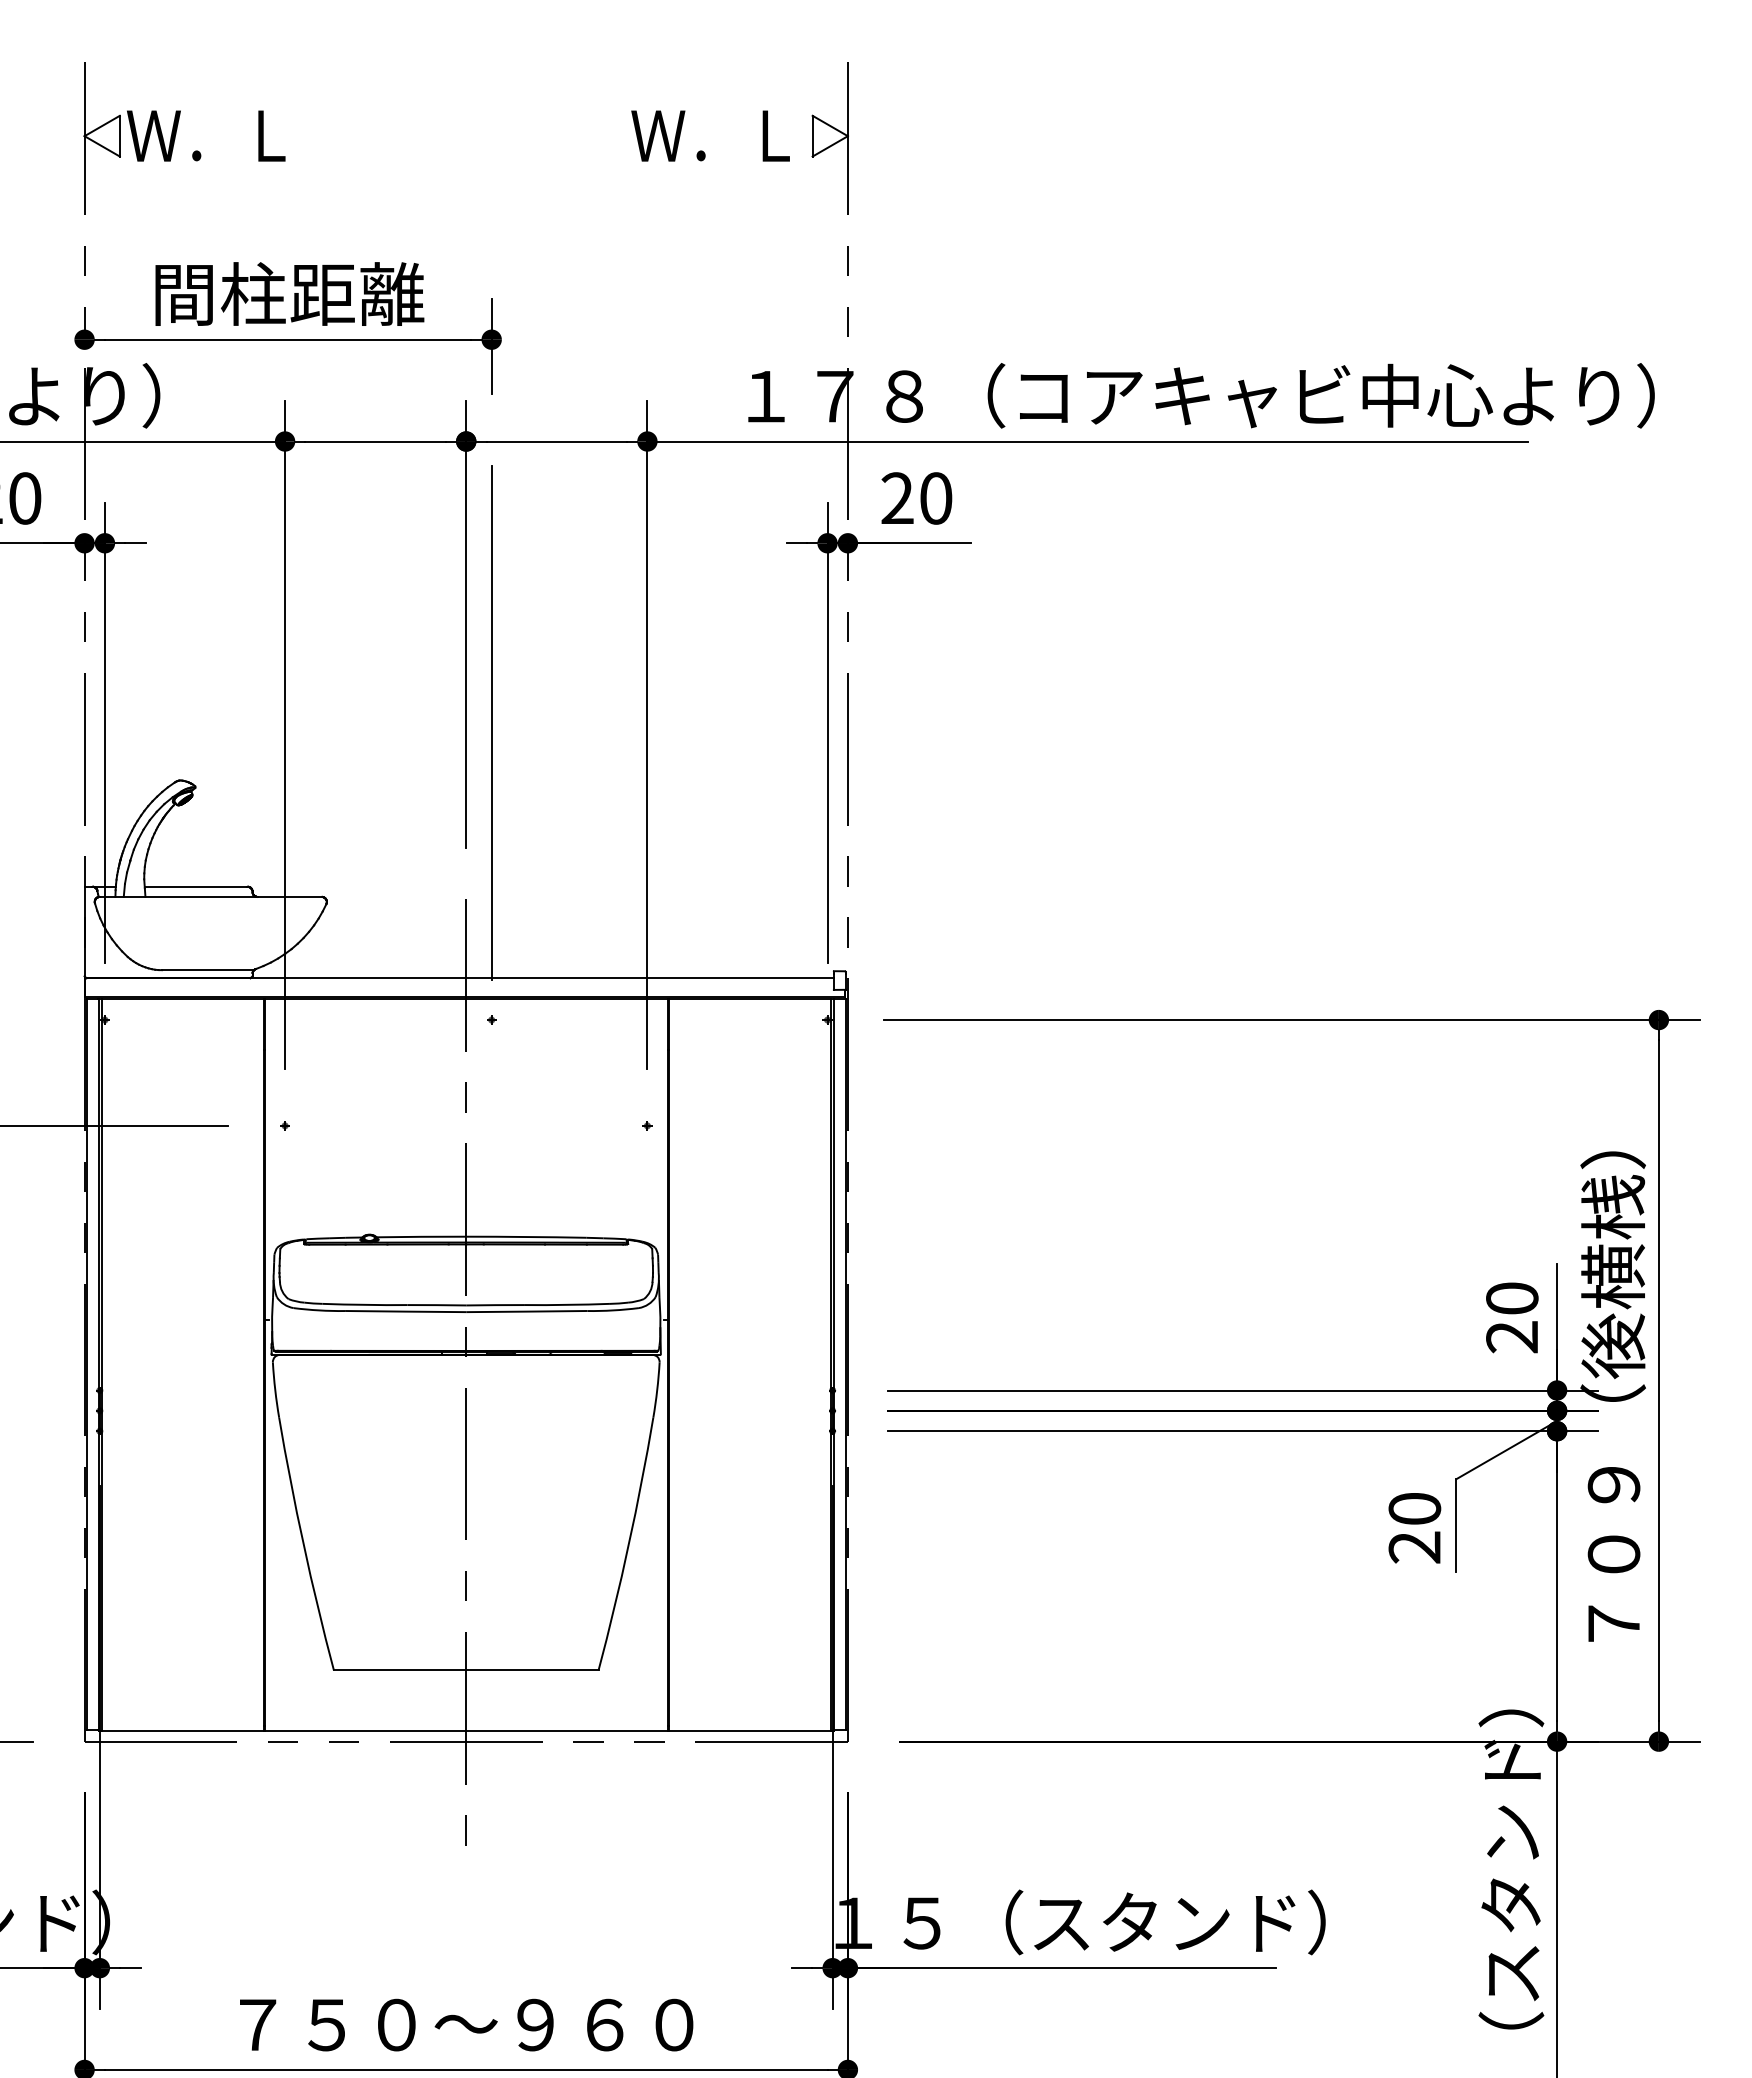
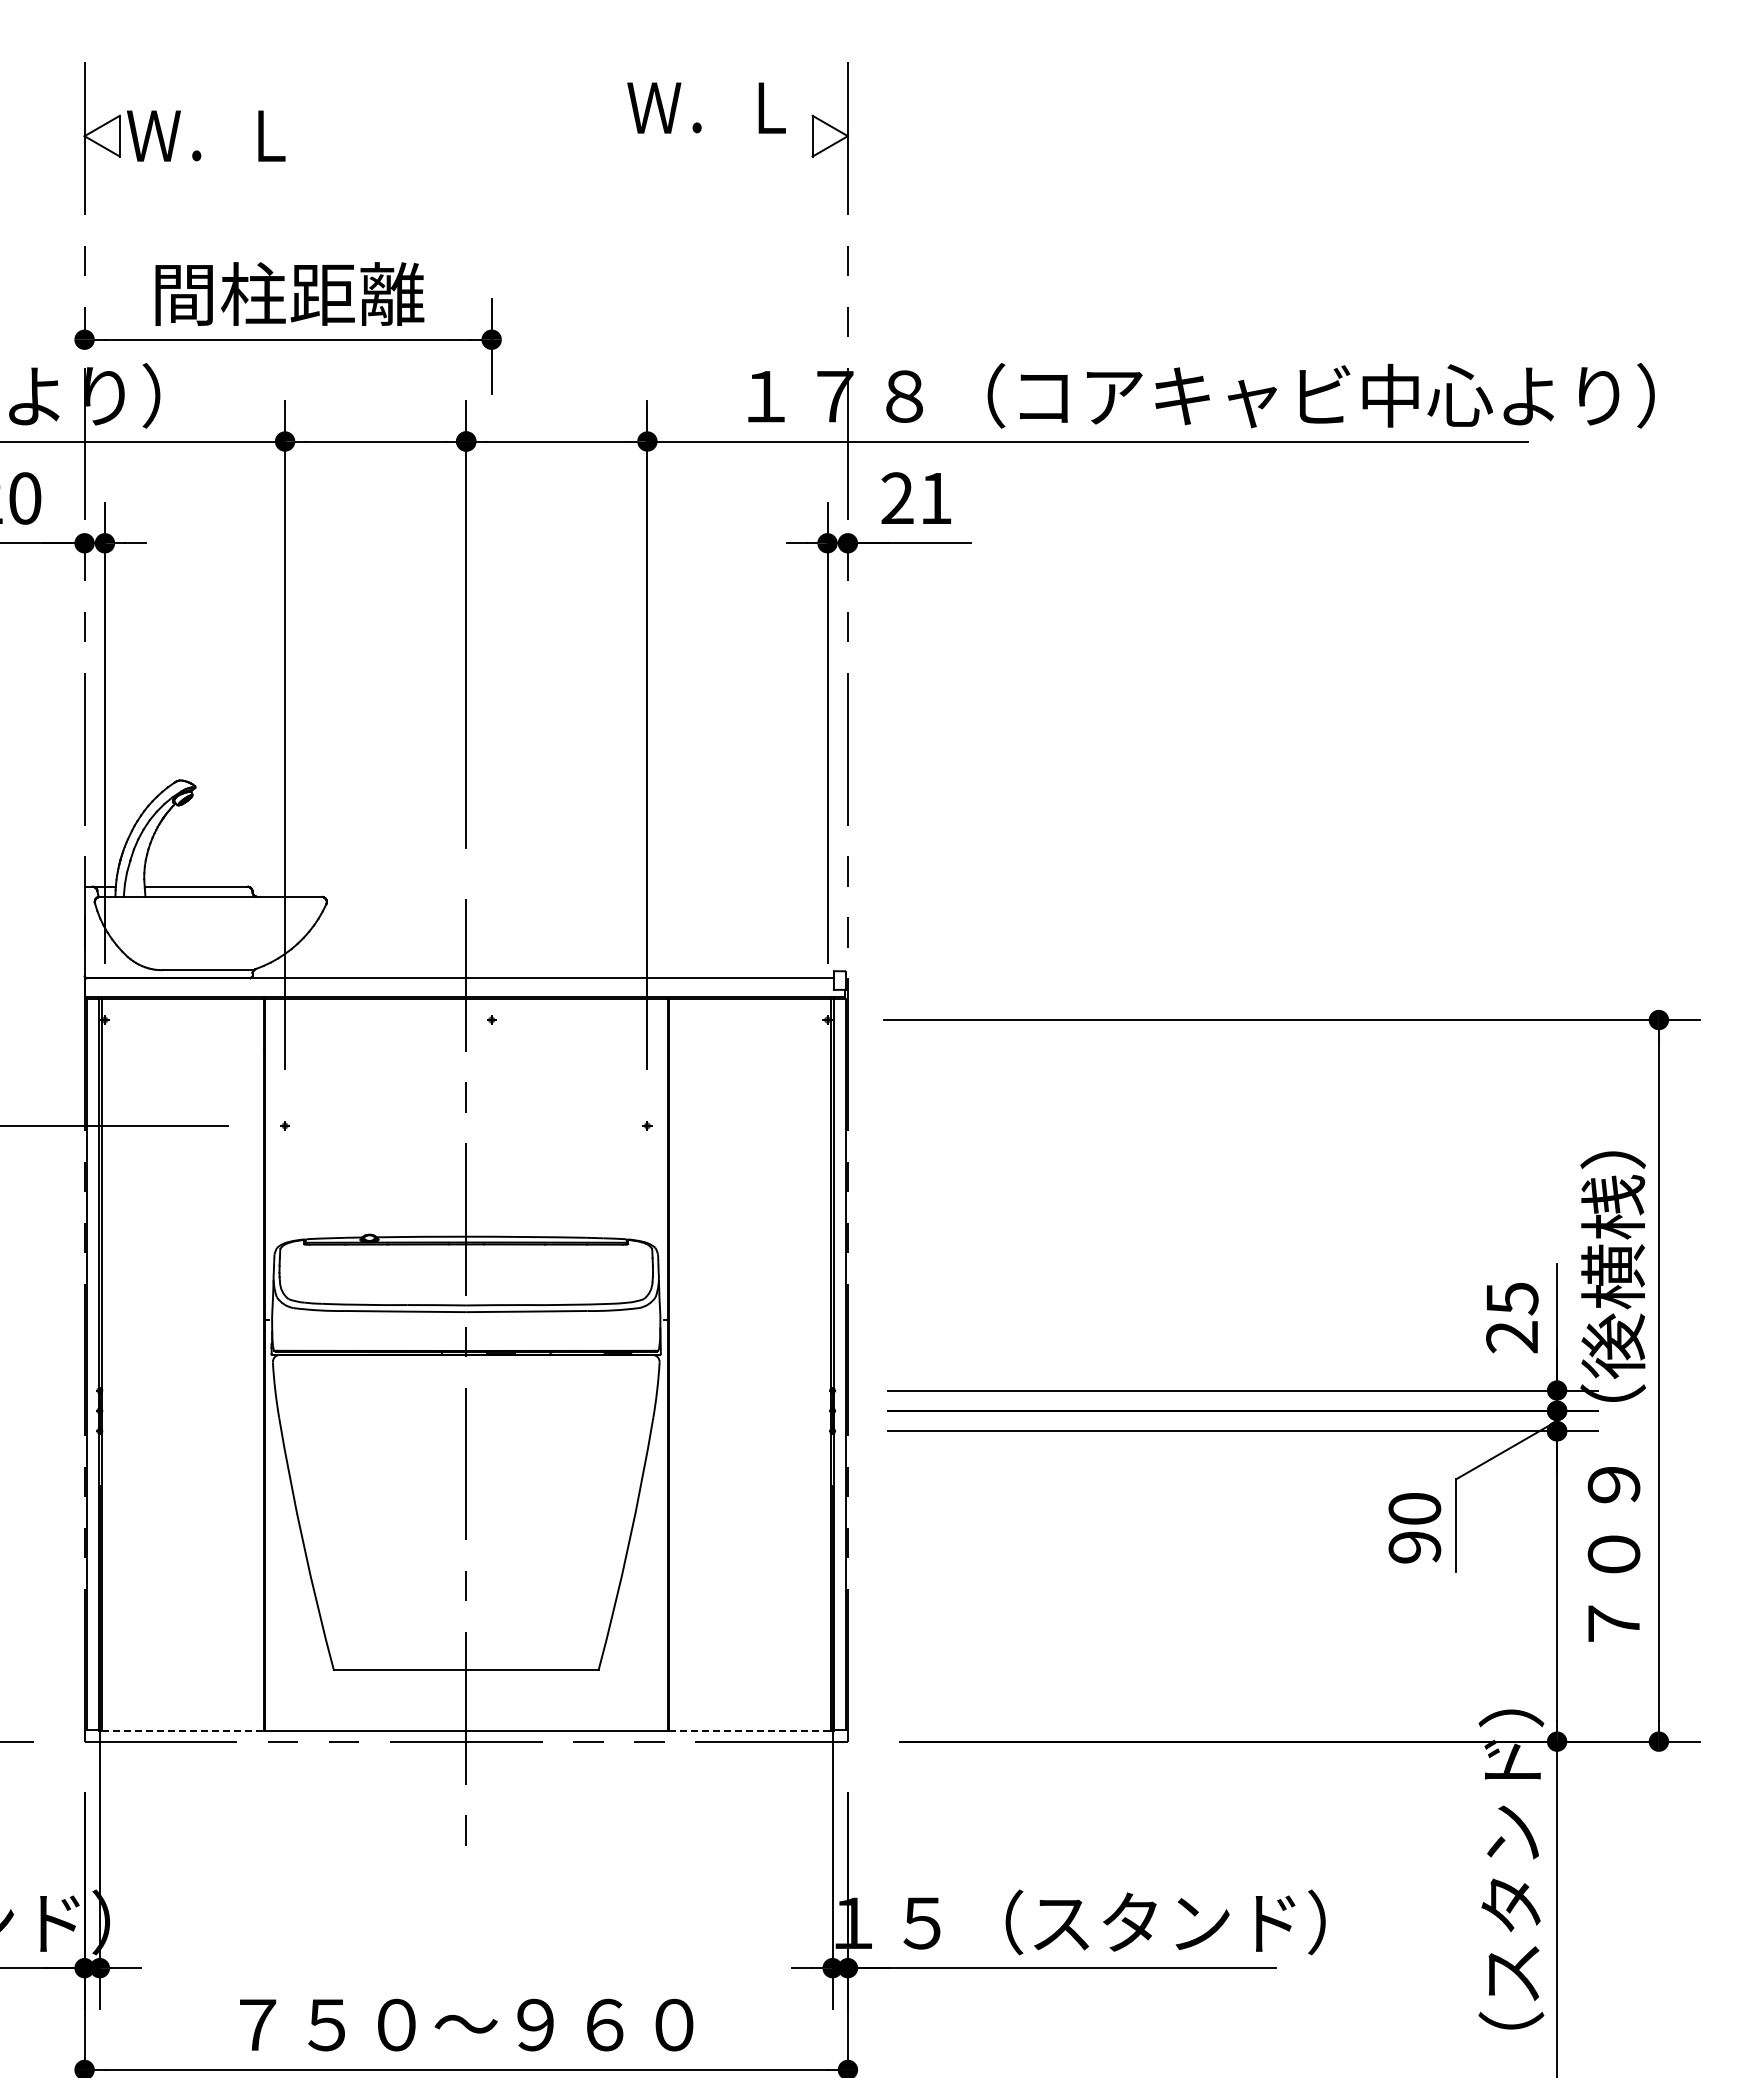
text at (710, 135) position: (710, 135) -> (706, 107)
text at (936, 498): 20 -> 21
line at (491, 722): present -> none
text at (1512, 1298): 20 -> 25
text at (1414, 1547): 20 -> 90
line at (182, 1731): solid -> dashed
line at (749, 1731): solid -> dashed
